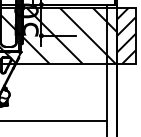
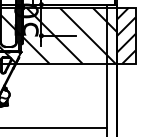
line at (54, 120) position: (54, 120) -> (54, 127)
